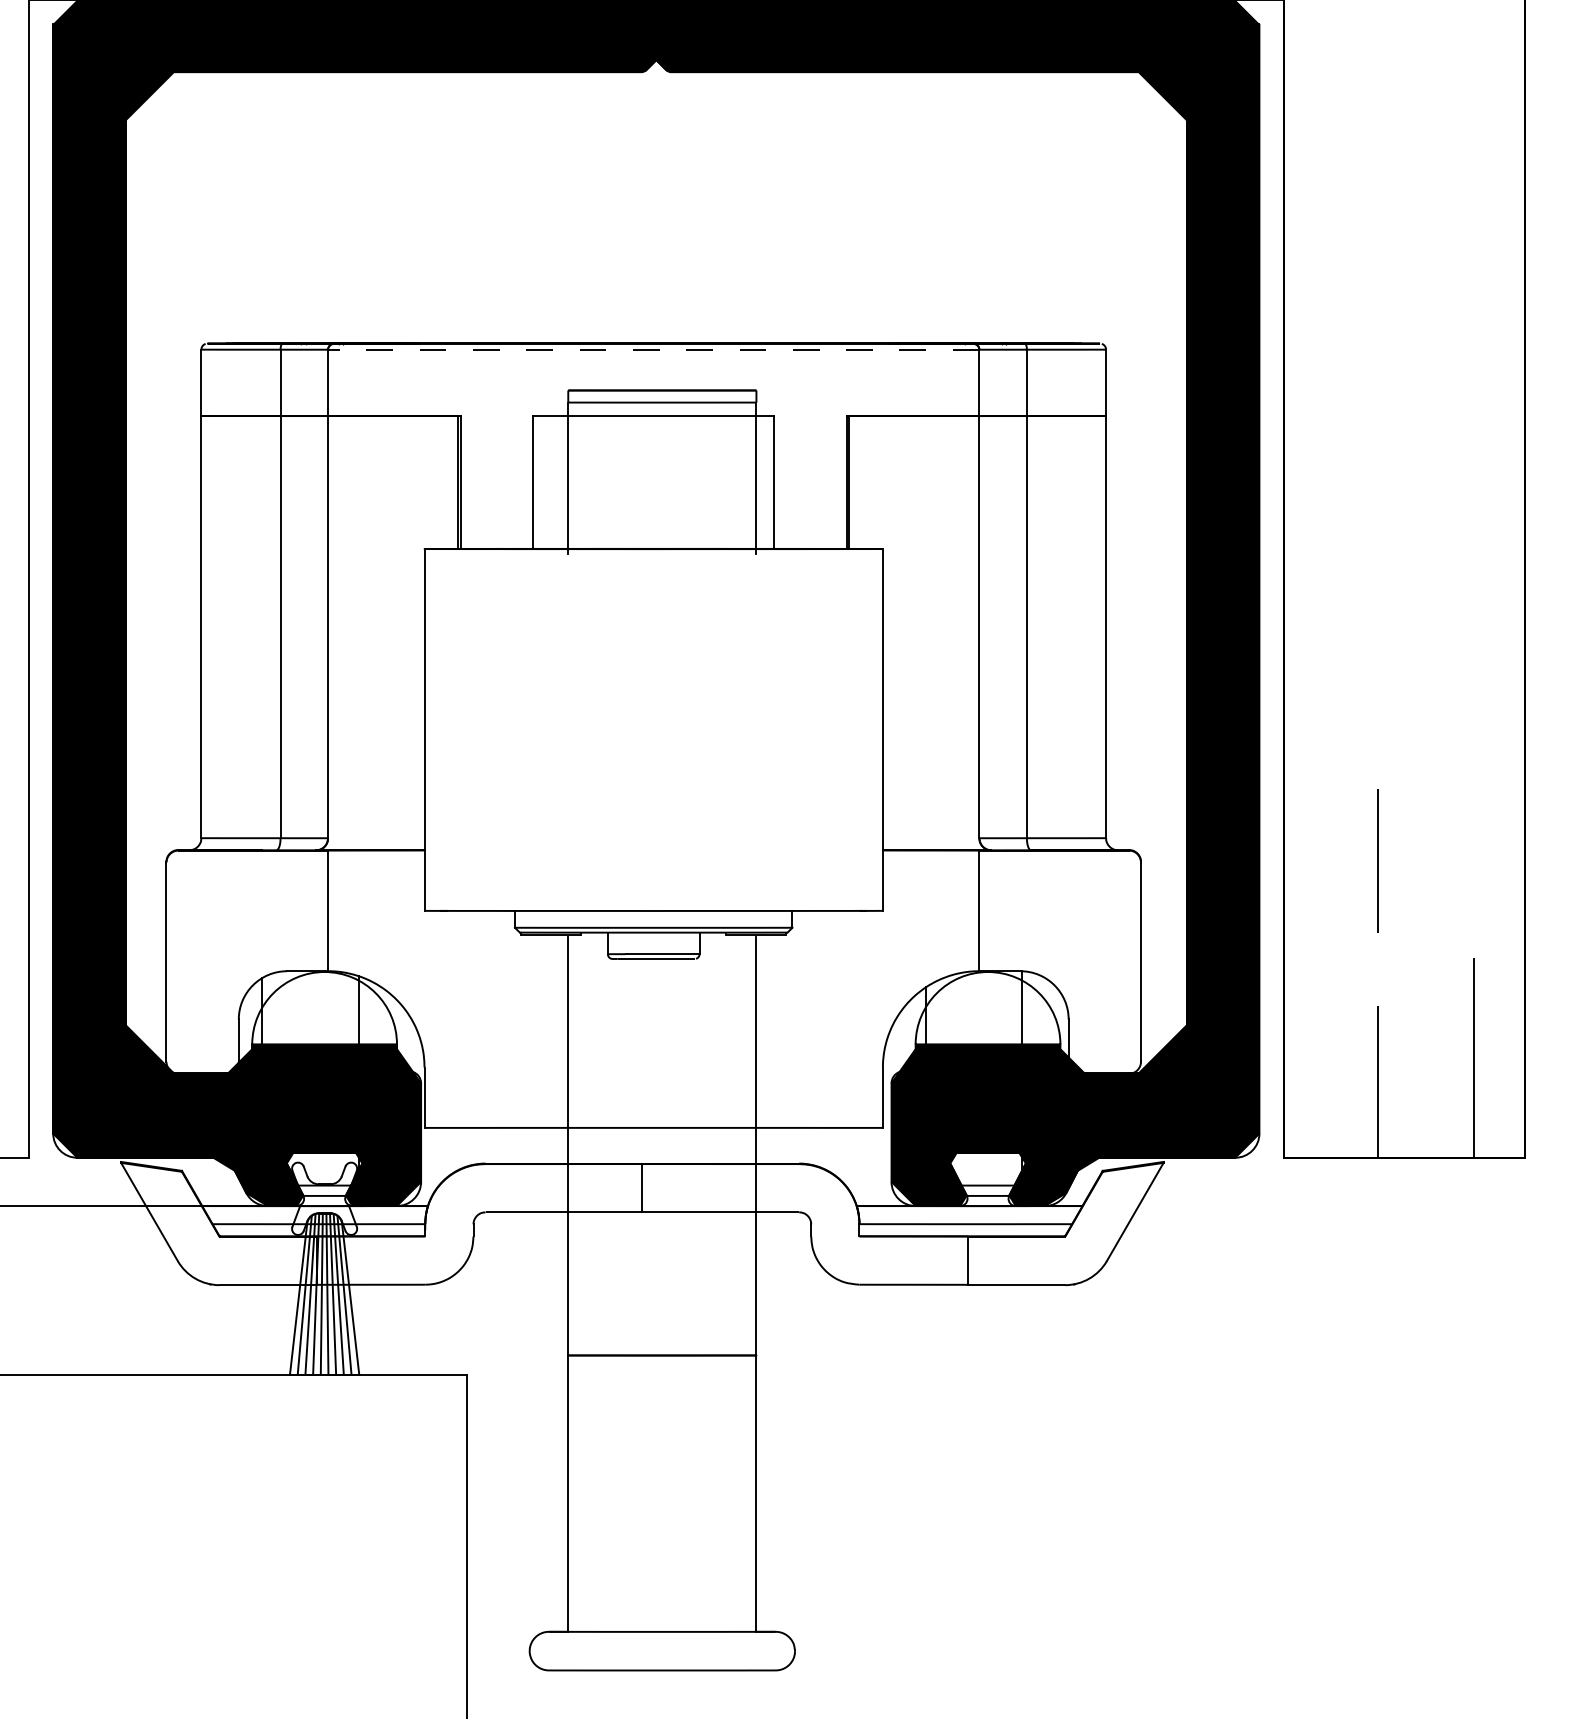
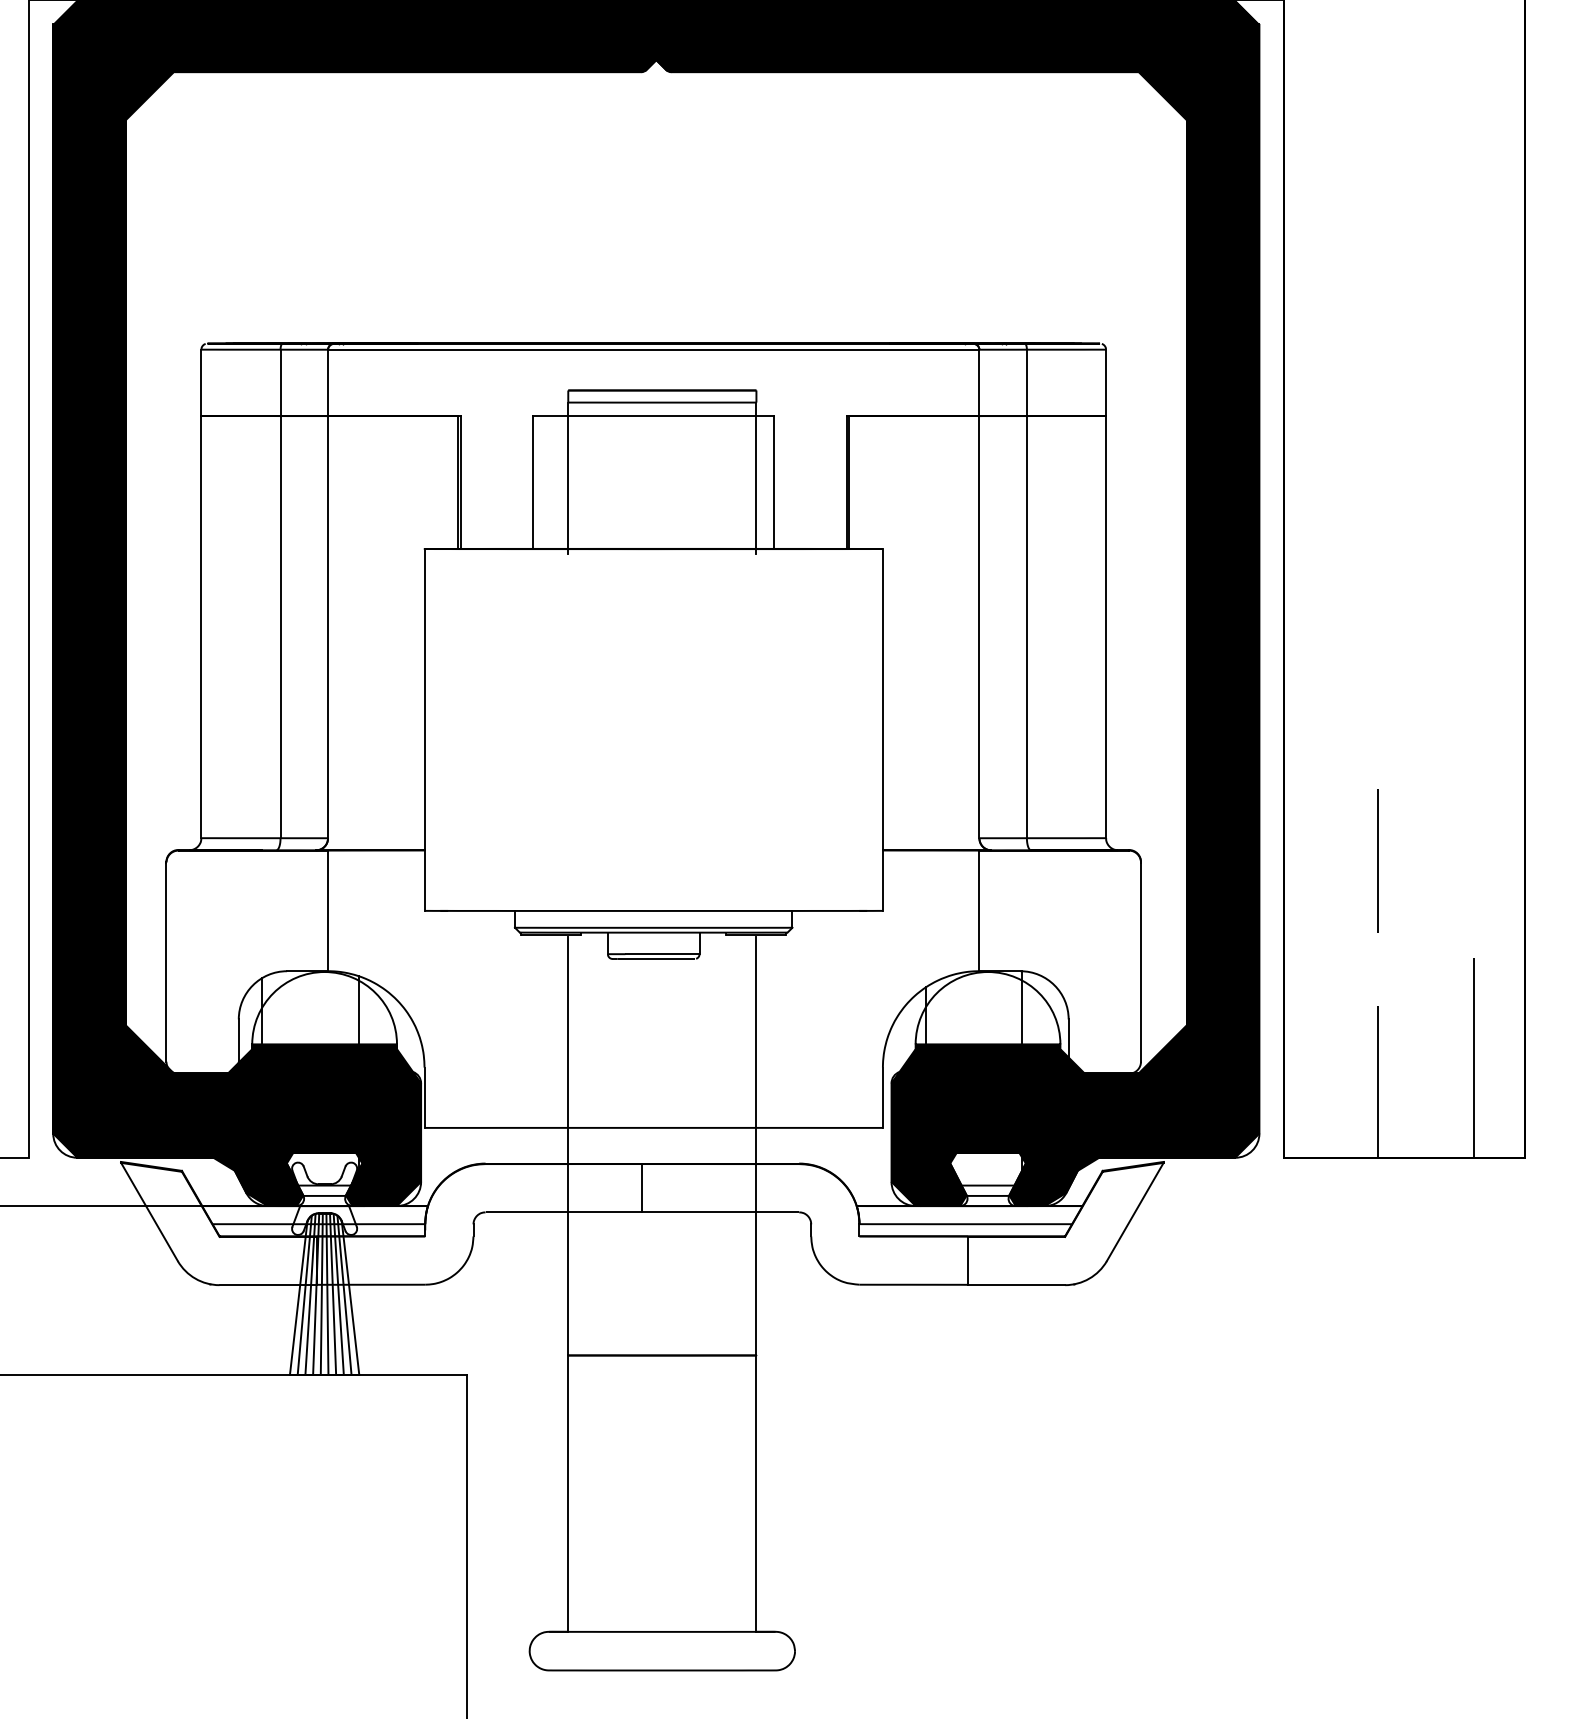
line at (653, 349): dashed -> solid
